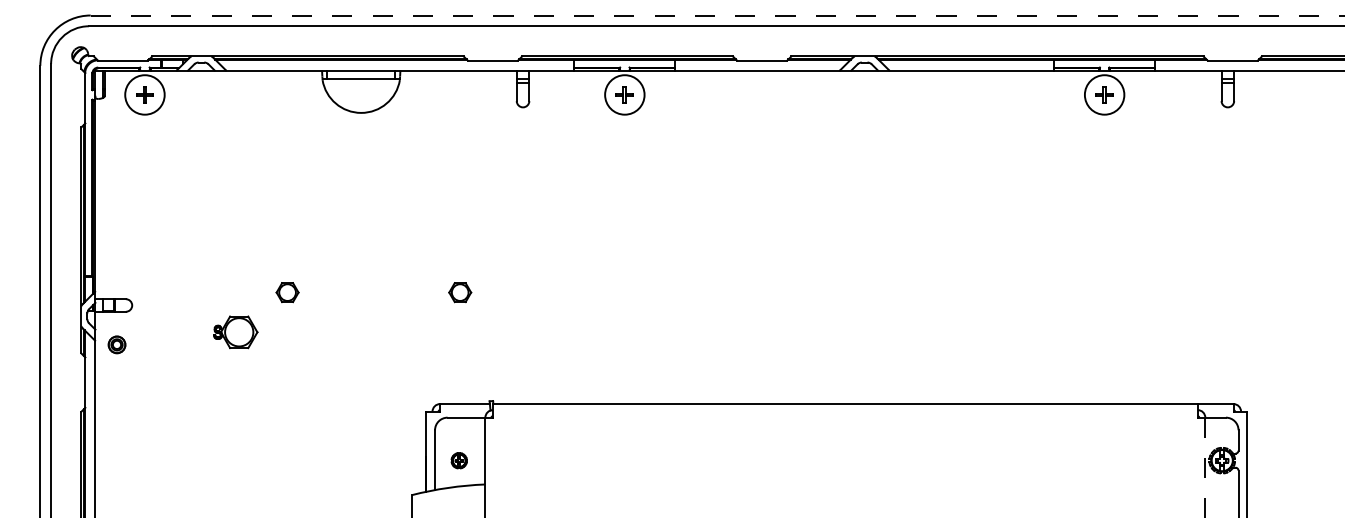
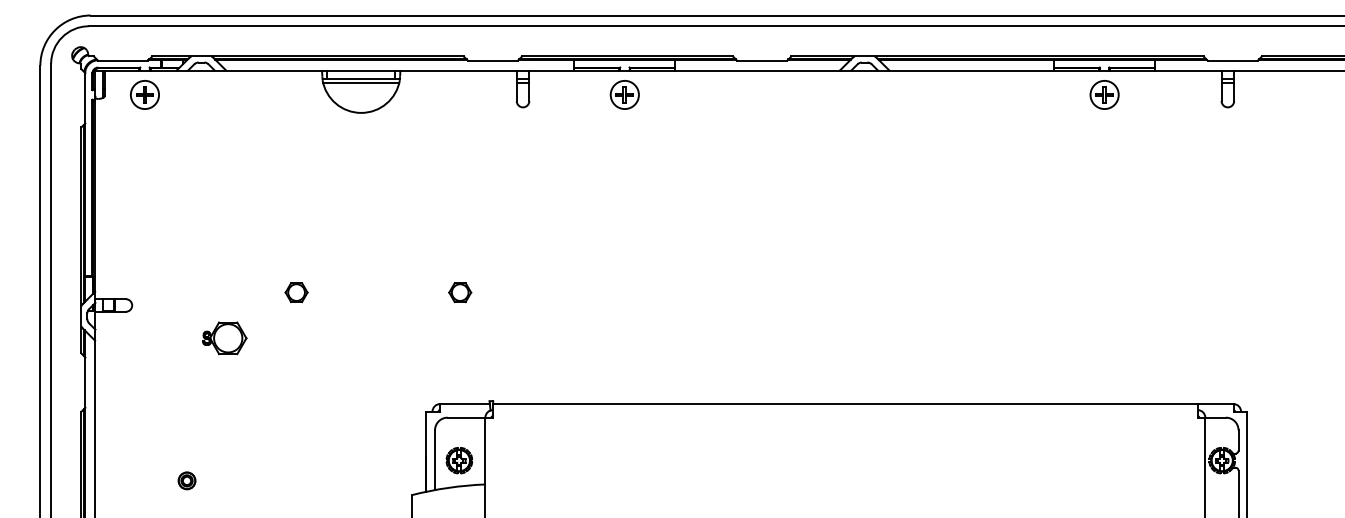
line at (717, 15): dashed -> solid
line at (361, 82): none -> present
circle at (144, 94) diameter: 39 px -> 28 px
circle at (624, 94) diameter: 39 px -> 28 px
circle at (1104, 94) diameter: 39 px -> 28 px
part at (287, 292) position: (287, 292) -> (296, 292)
part at (235, 332) position: (235, 332) -> (224, 338)
part at (116, 344) position: (116, 344) -> (186, 480)
part at (458, 460) size: 18x18 px -> 28x28 px
line at (1205, 467): dashed -> solid
